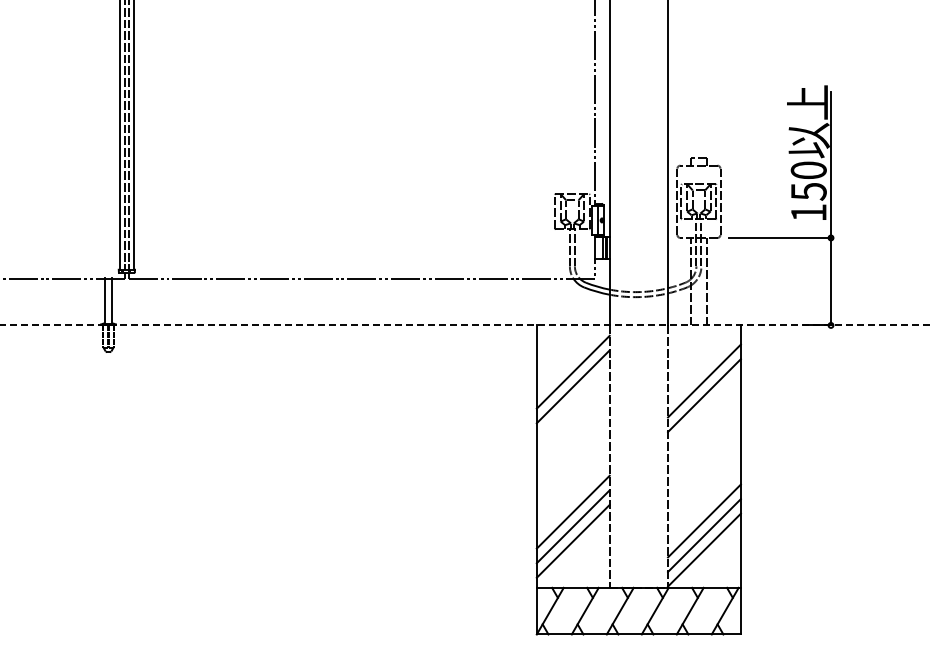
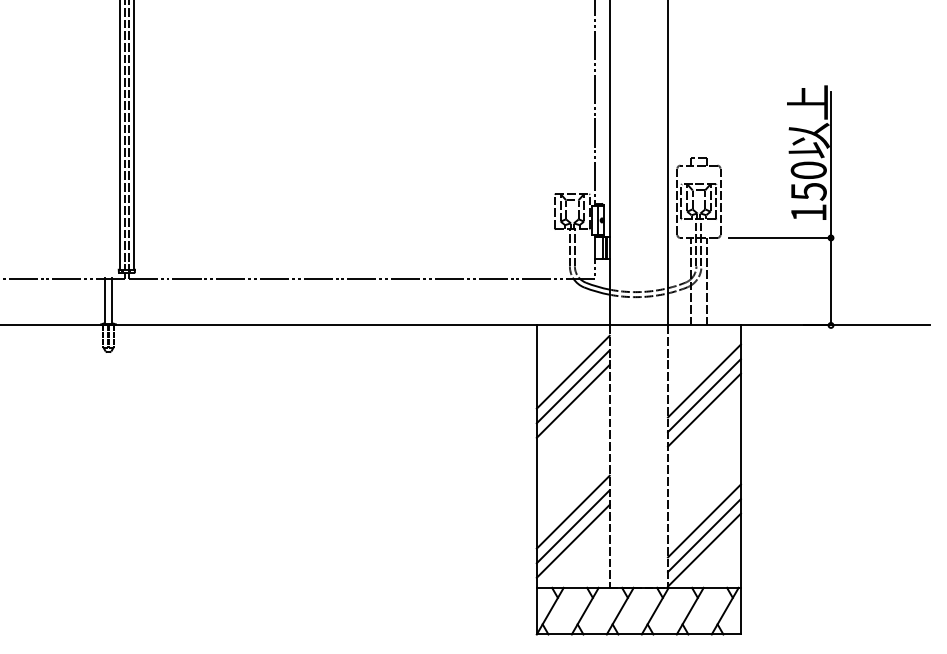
line at (465, 325): dashed -> solid
line at (572, 400): none -> present
line at (704, 409): none -> present
